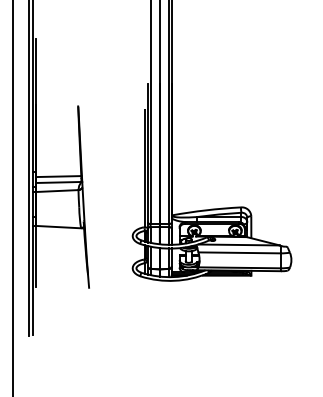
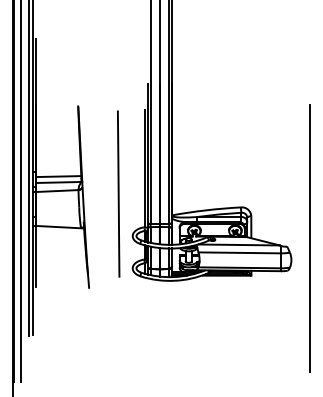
line at (13, 192): none -> present
line at (21, 192): none -> present
line at (118, 193): none -> present
line at (309, 238): none -> present
